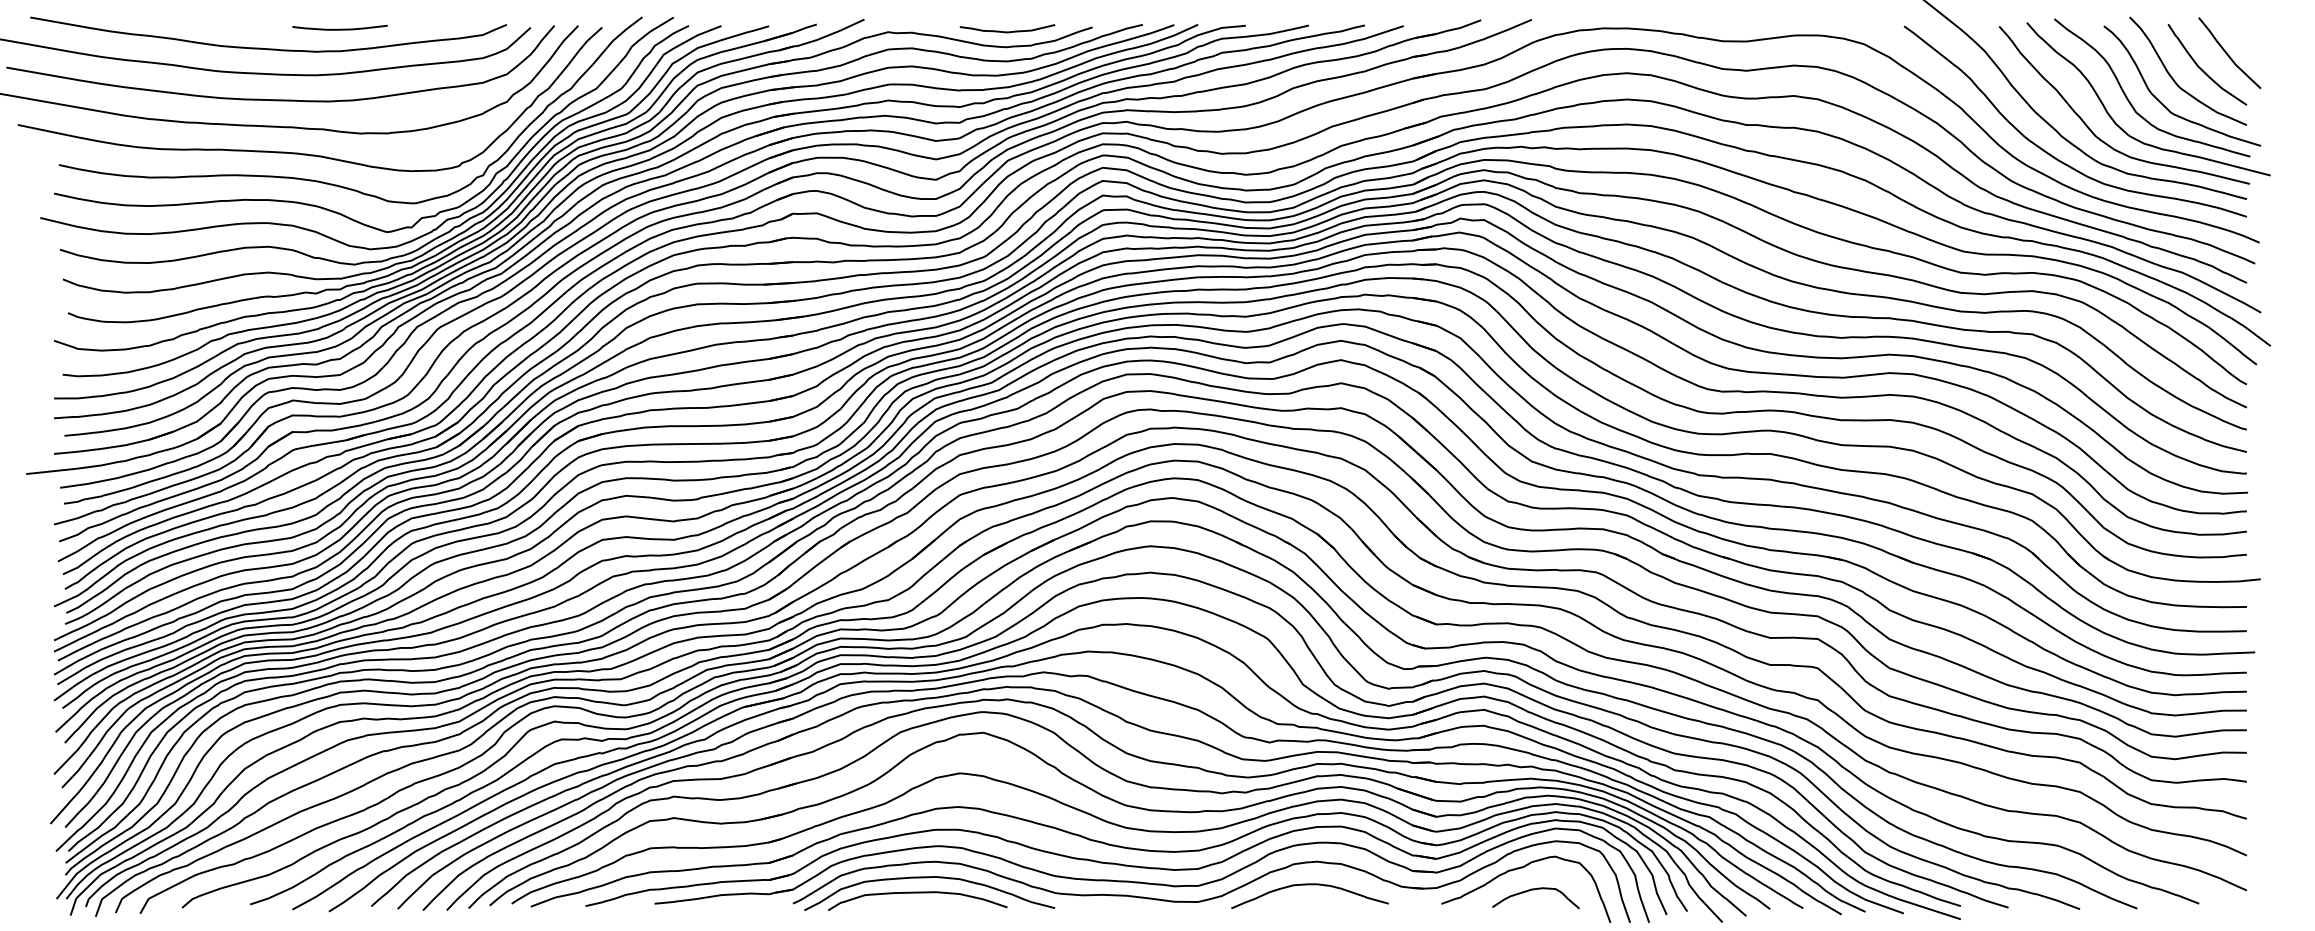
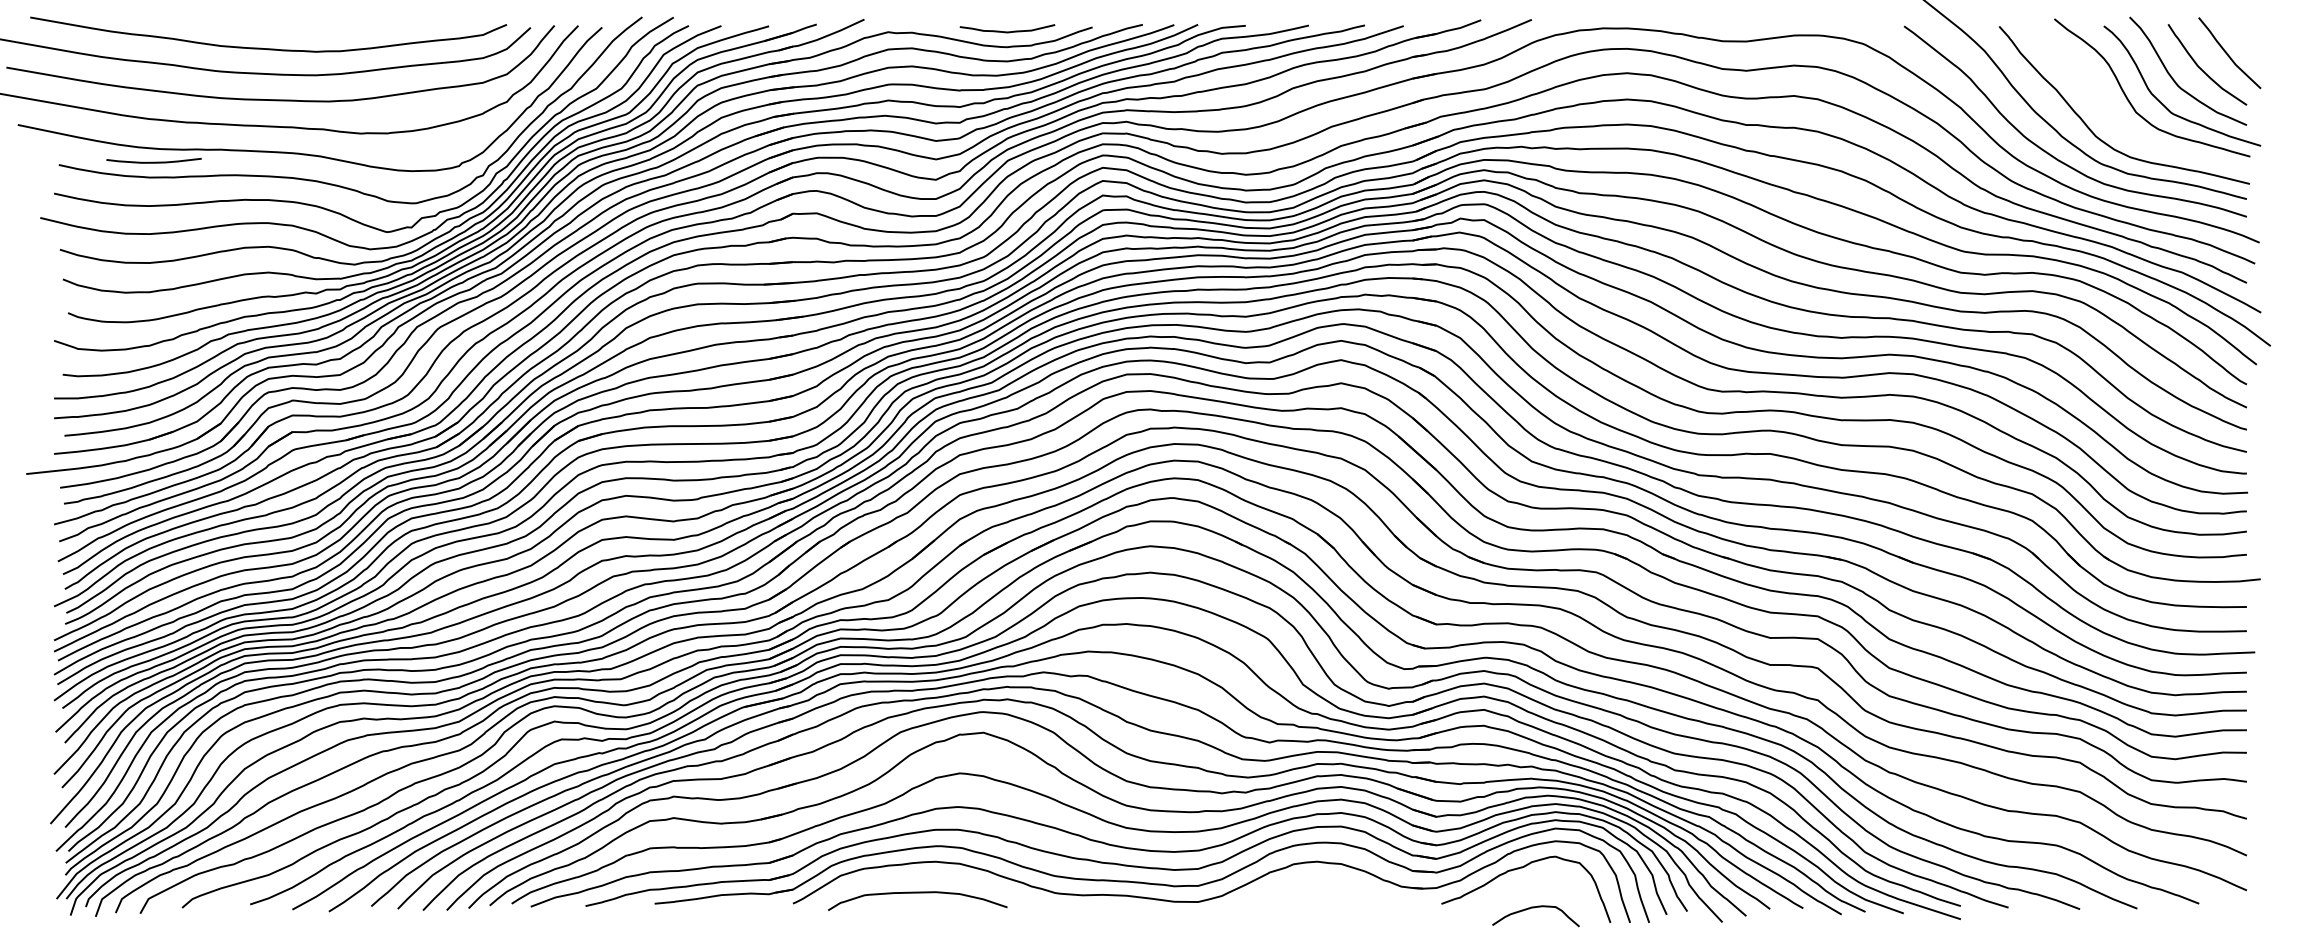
curve at (339, 28) position: (339, 28) -> (153, 161)
curve at (2120, 126): present -> none
curve at (928, 878): present -> none
curve at (1309, 885): present -> none
curve at (1534, 890) position: (1534, 890) -> (1534, 908)
